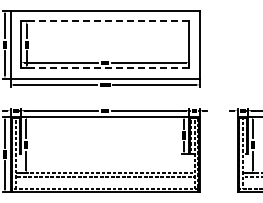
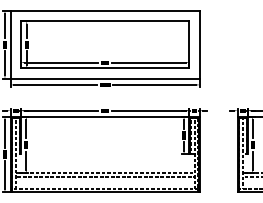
line at (104, 21): dashed -> solid
line at (104, 68): dashed -> solid
